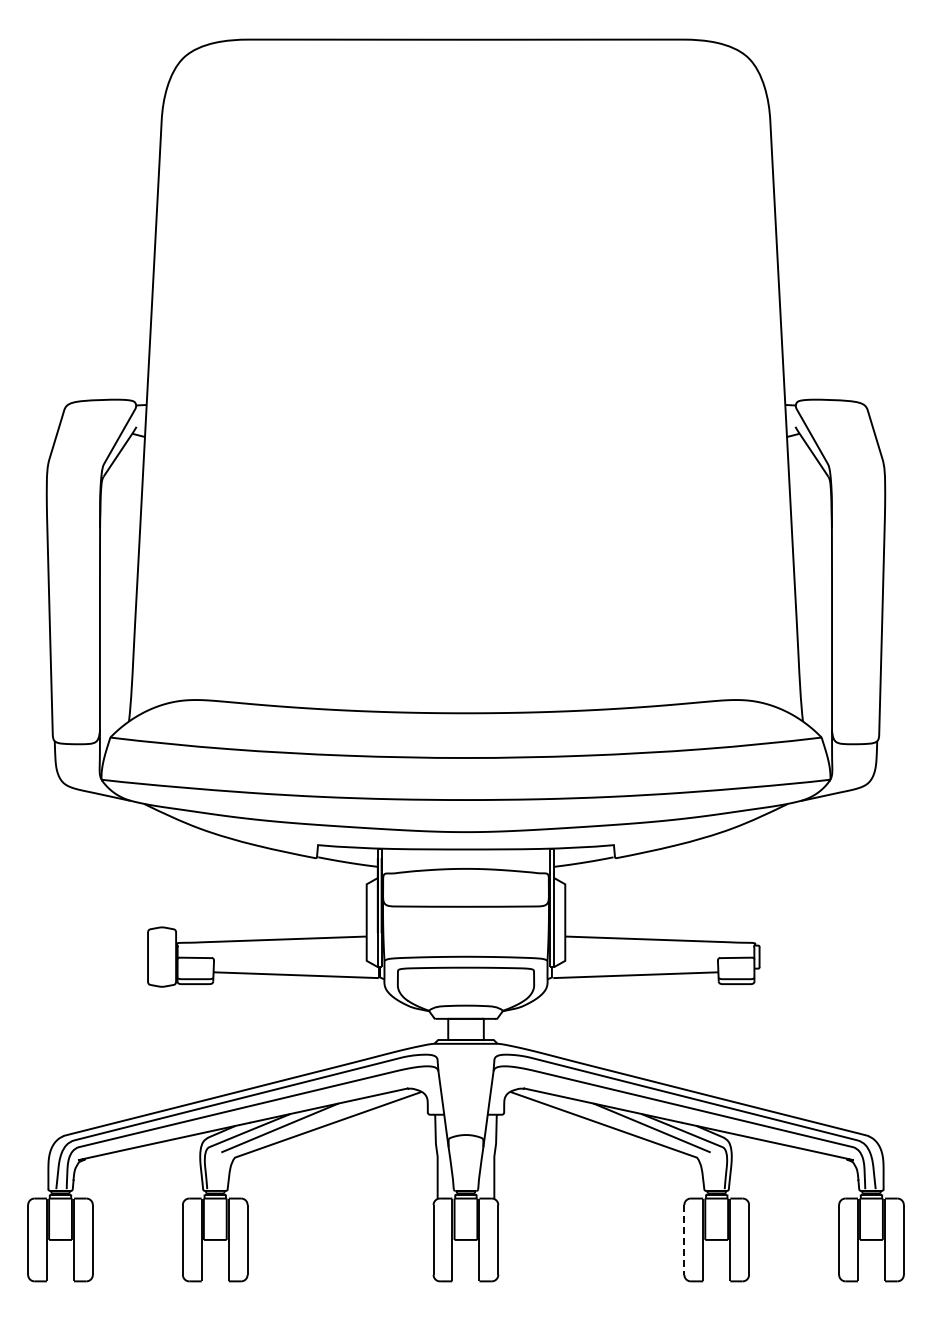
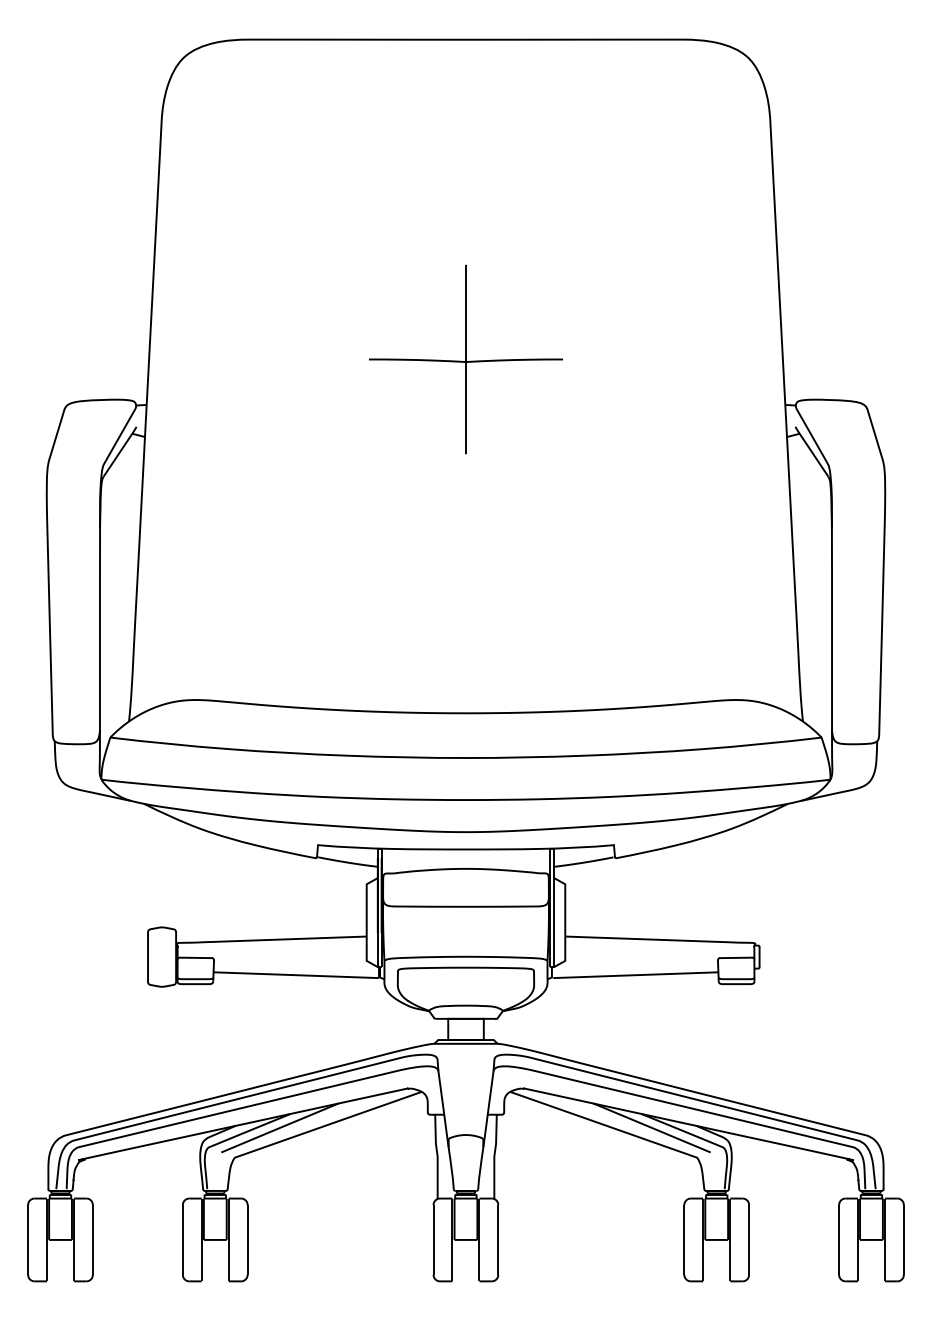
part at (465, 359): none -> present
line at (684, 1239): dashed -> solid
